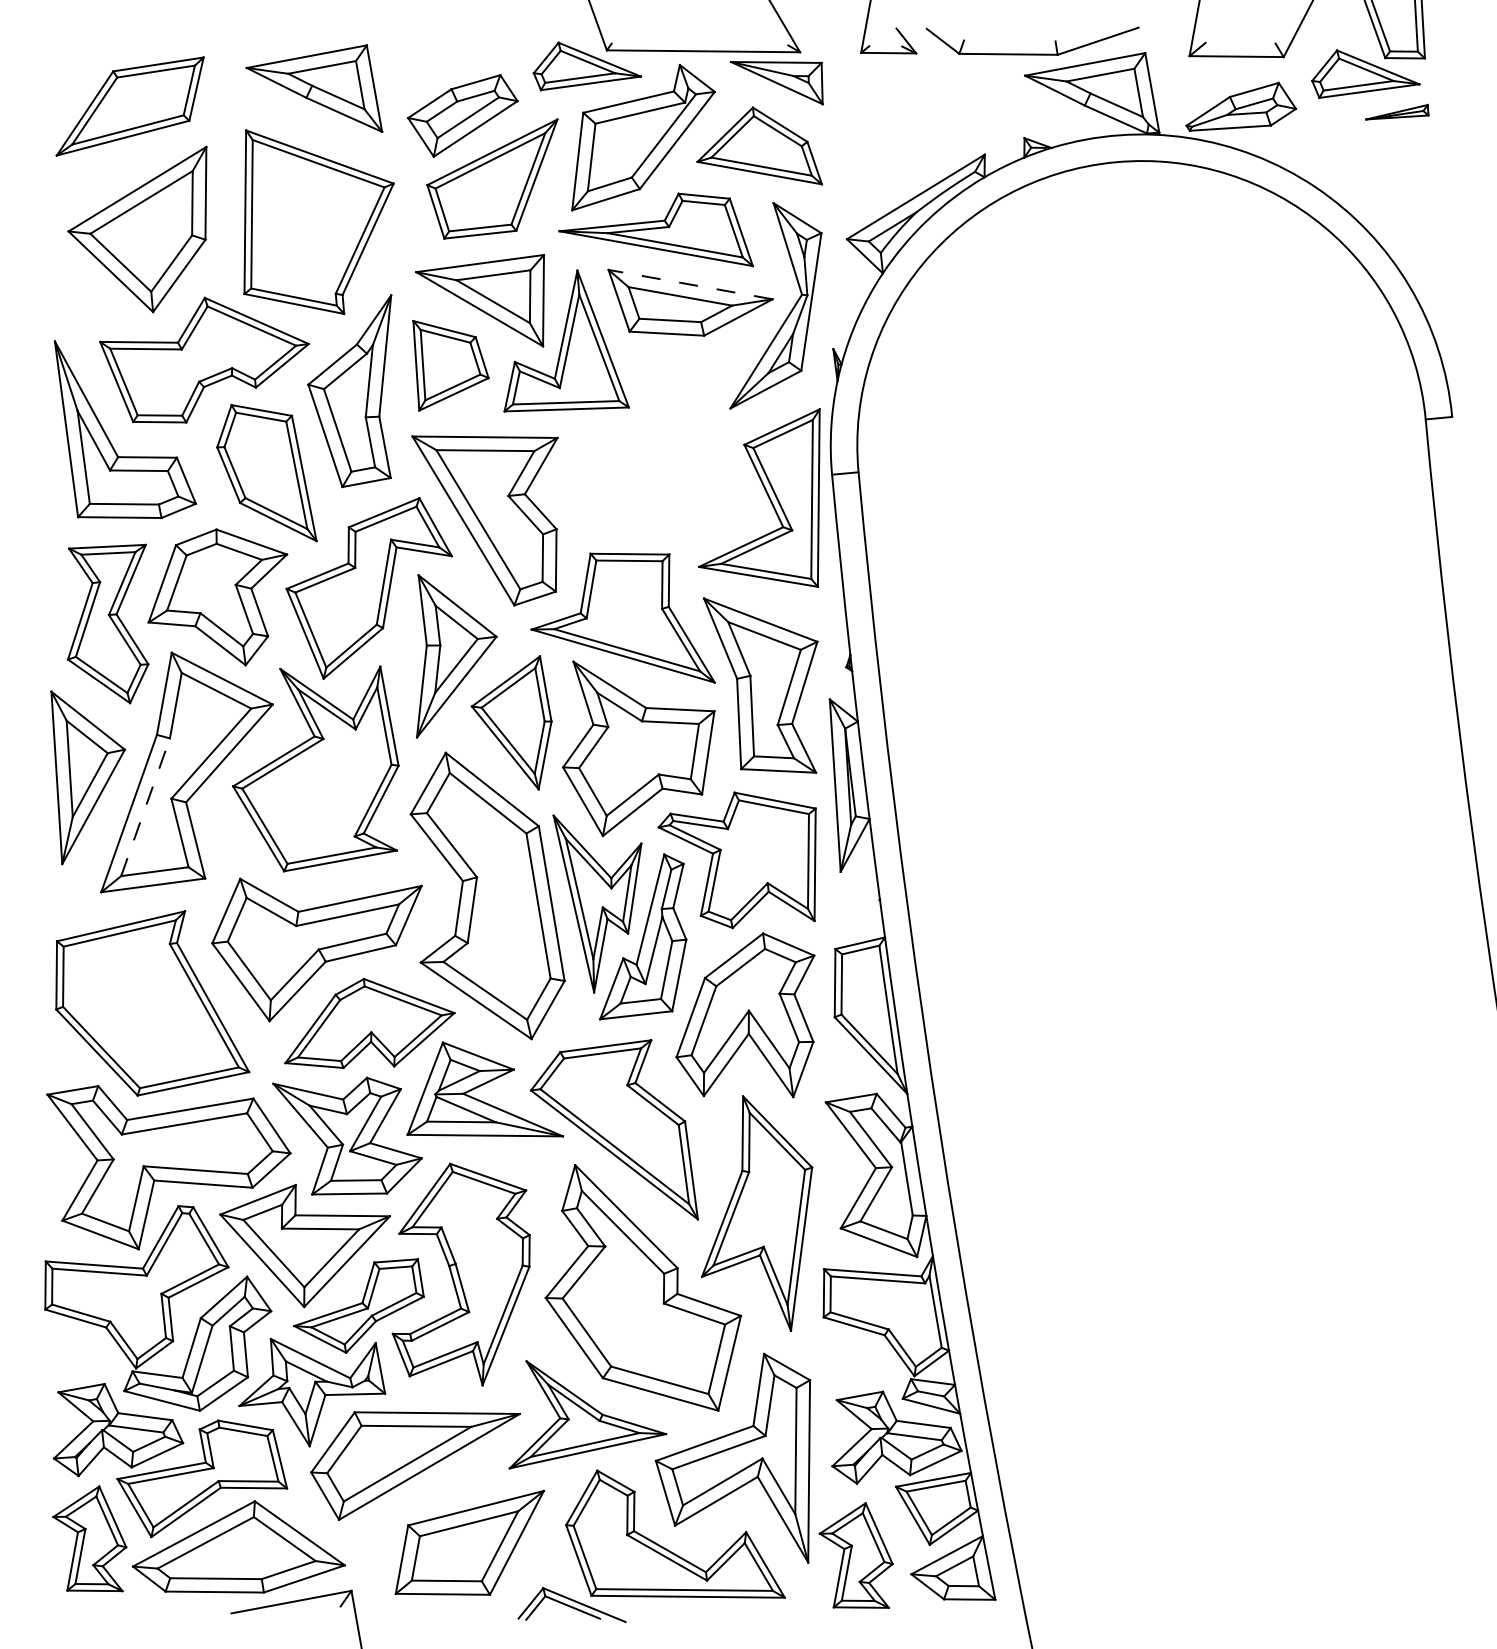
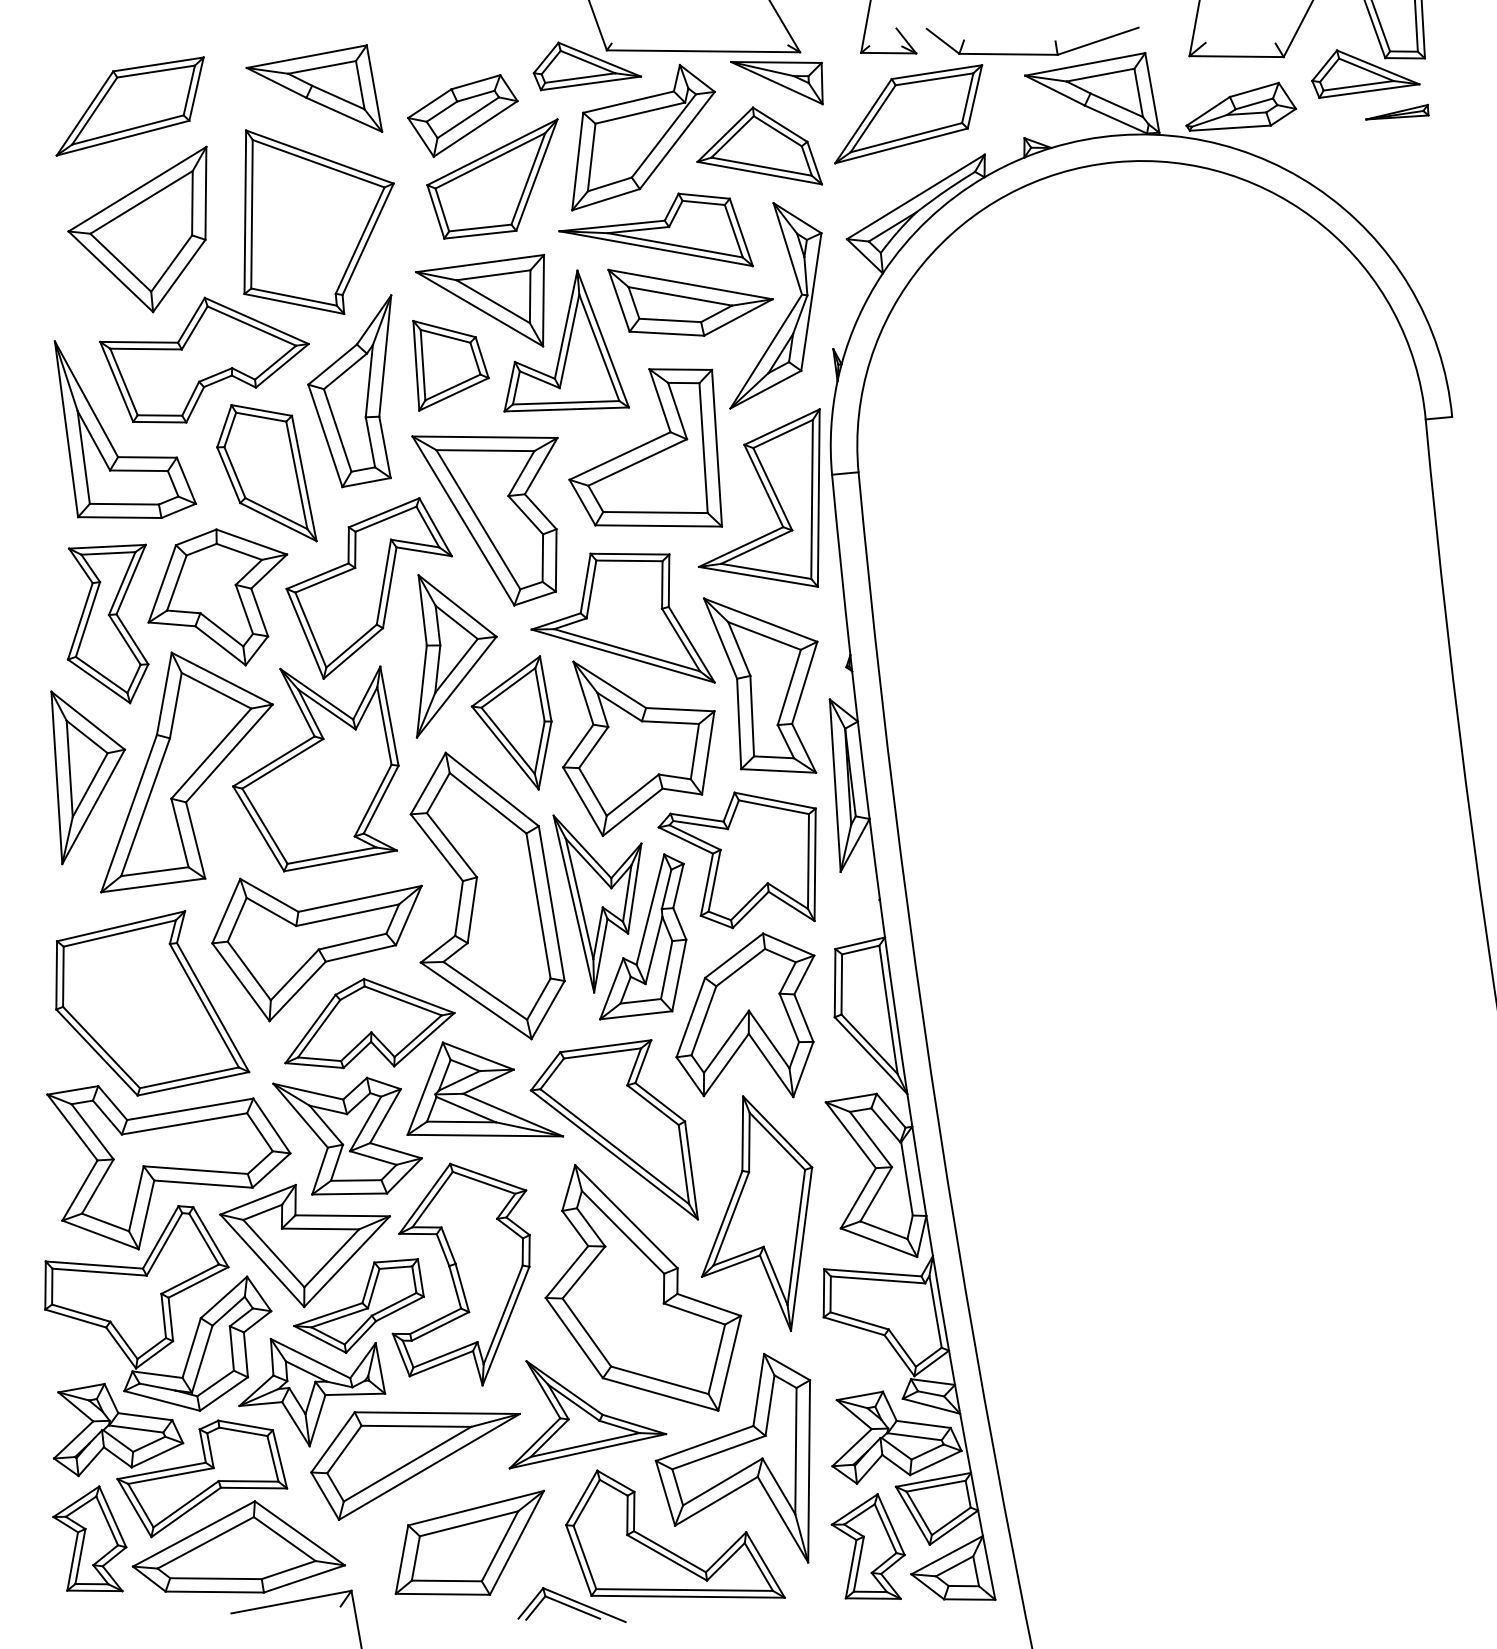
part at (908, 114): none -> present
line at (690, 284): dashed -> solid
part at (645, 447): none -> present
line at (145, 806): dashed -> solid
part at (855, 1555) position: (855, 1555) -> (867, 1546)
